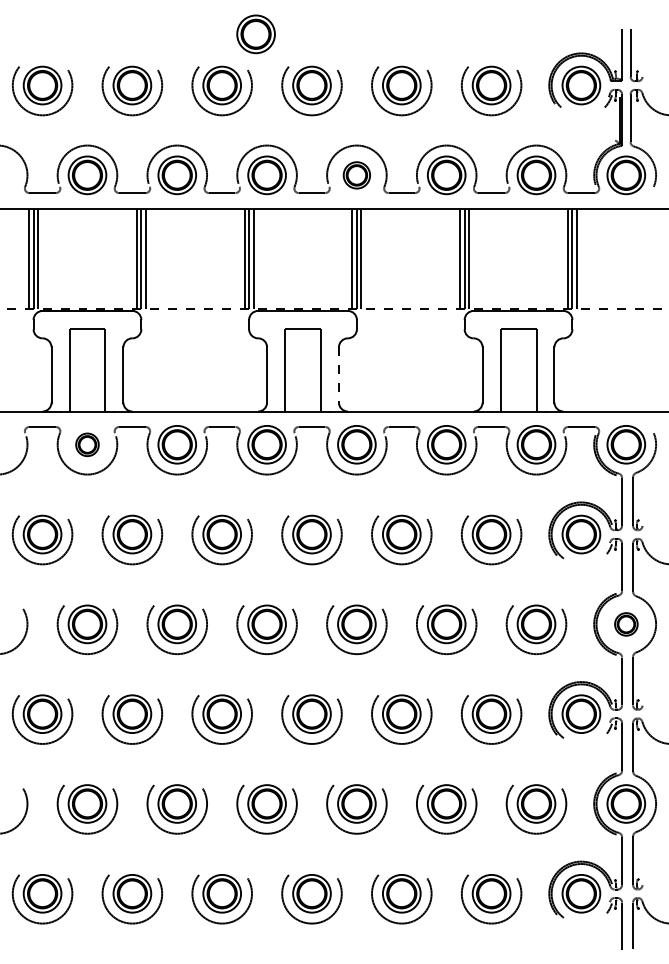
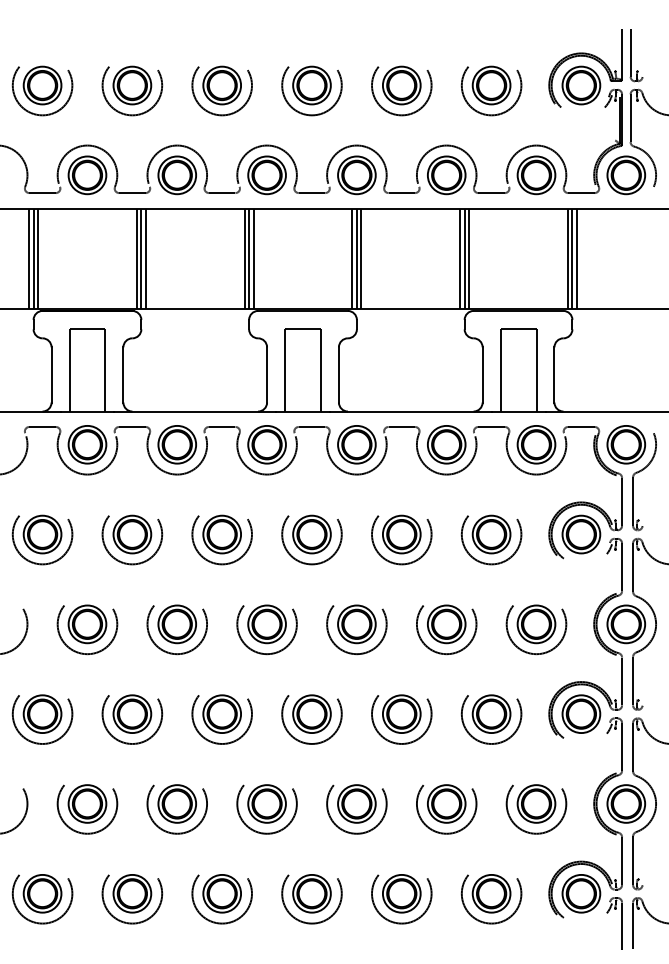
part at (255, 34): present -> none
part at (356, 175) size: 29x29 px -> 40x41 px
line at (334, 309): dashed -> solid
line at (338, 374): dashed -> solid
part at (87, 444) size: 25x26 px -> 41x40 px
part at (626, 624) size: 25x25 px -> 41x41 px
